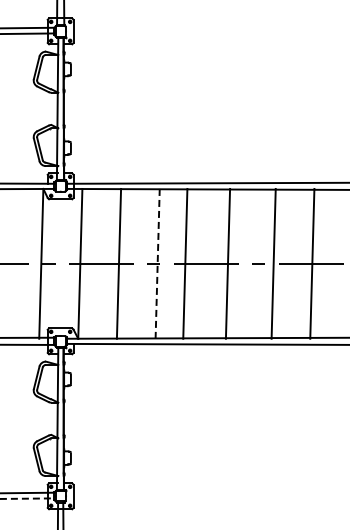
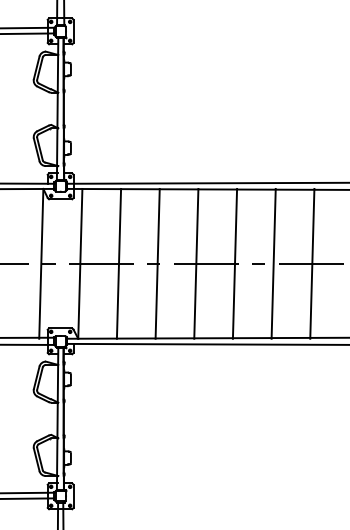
line at (157, 263): dashed -> solid
line at (185, 263) position: (185, 263) -> (196, 263)
line at (227, 263) position: (227, 263) -> (234, 263)
line at (27, 498): dashed -> solid
